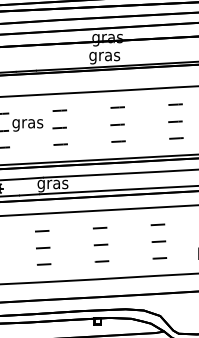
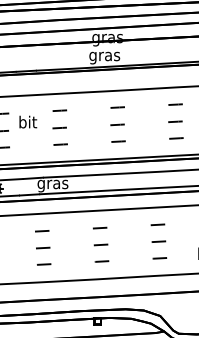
text at (27, 123): gras -> bit
